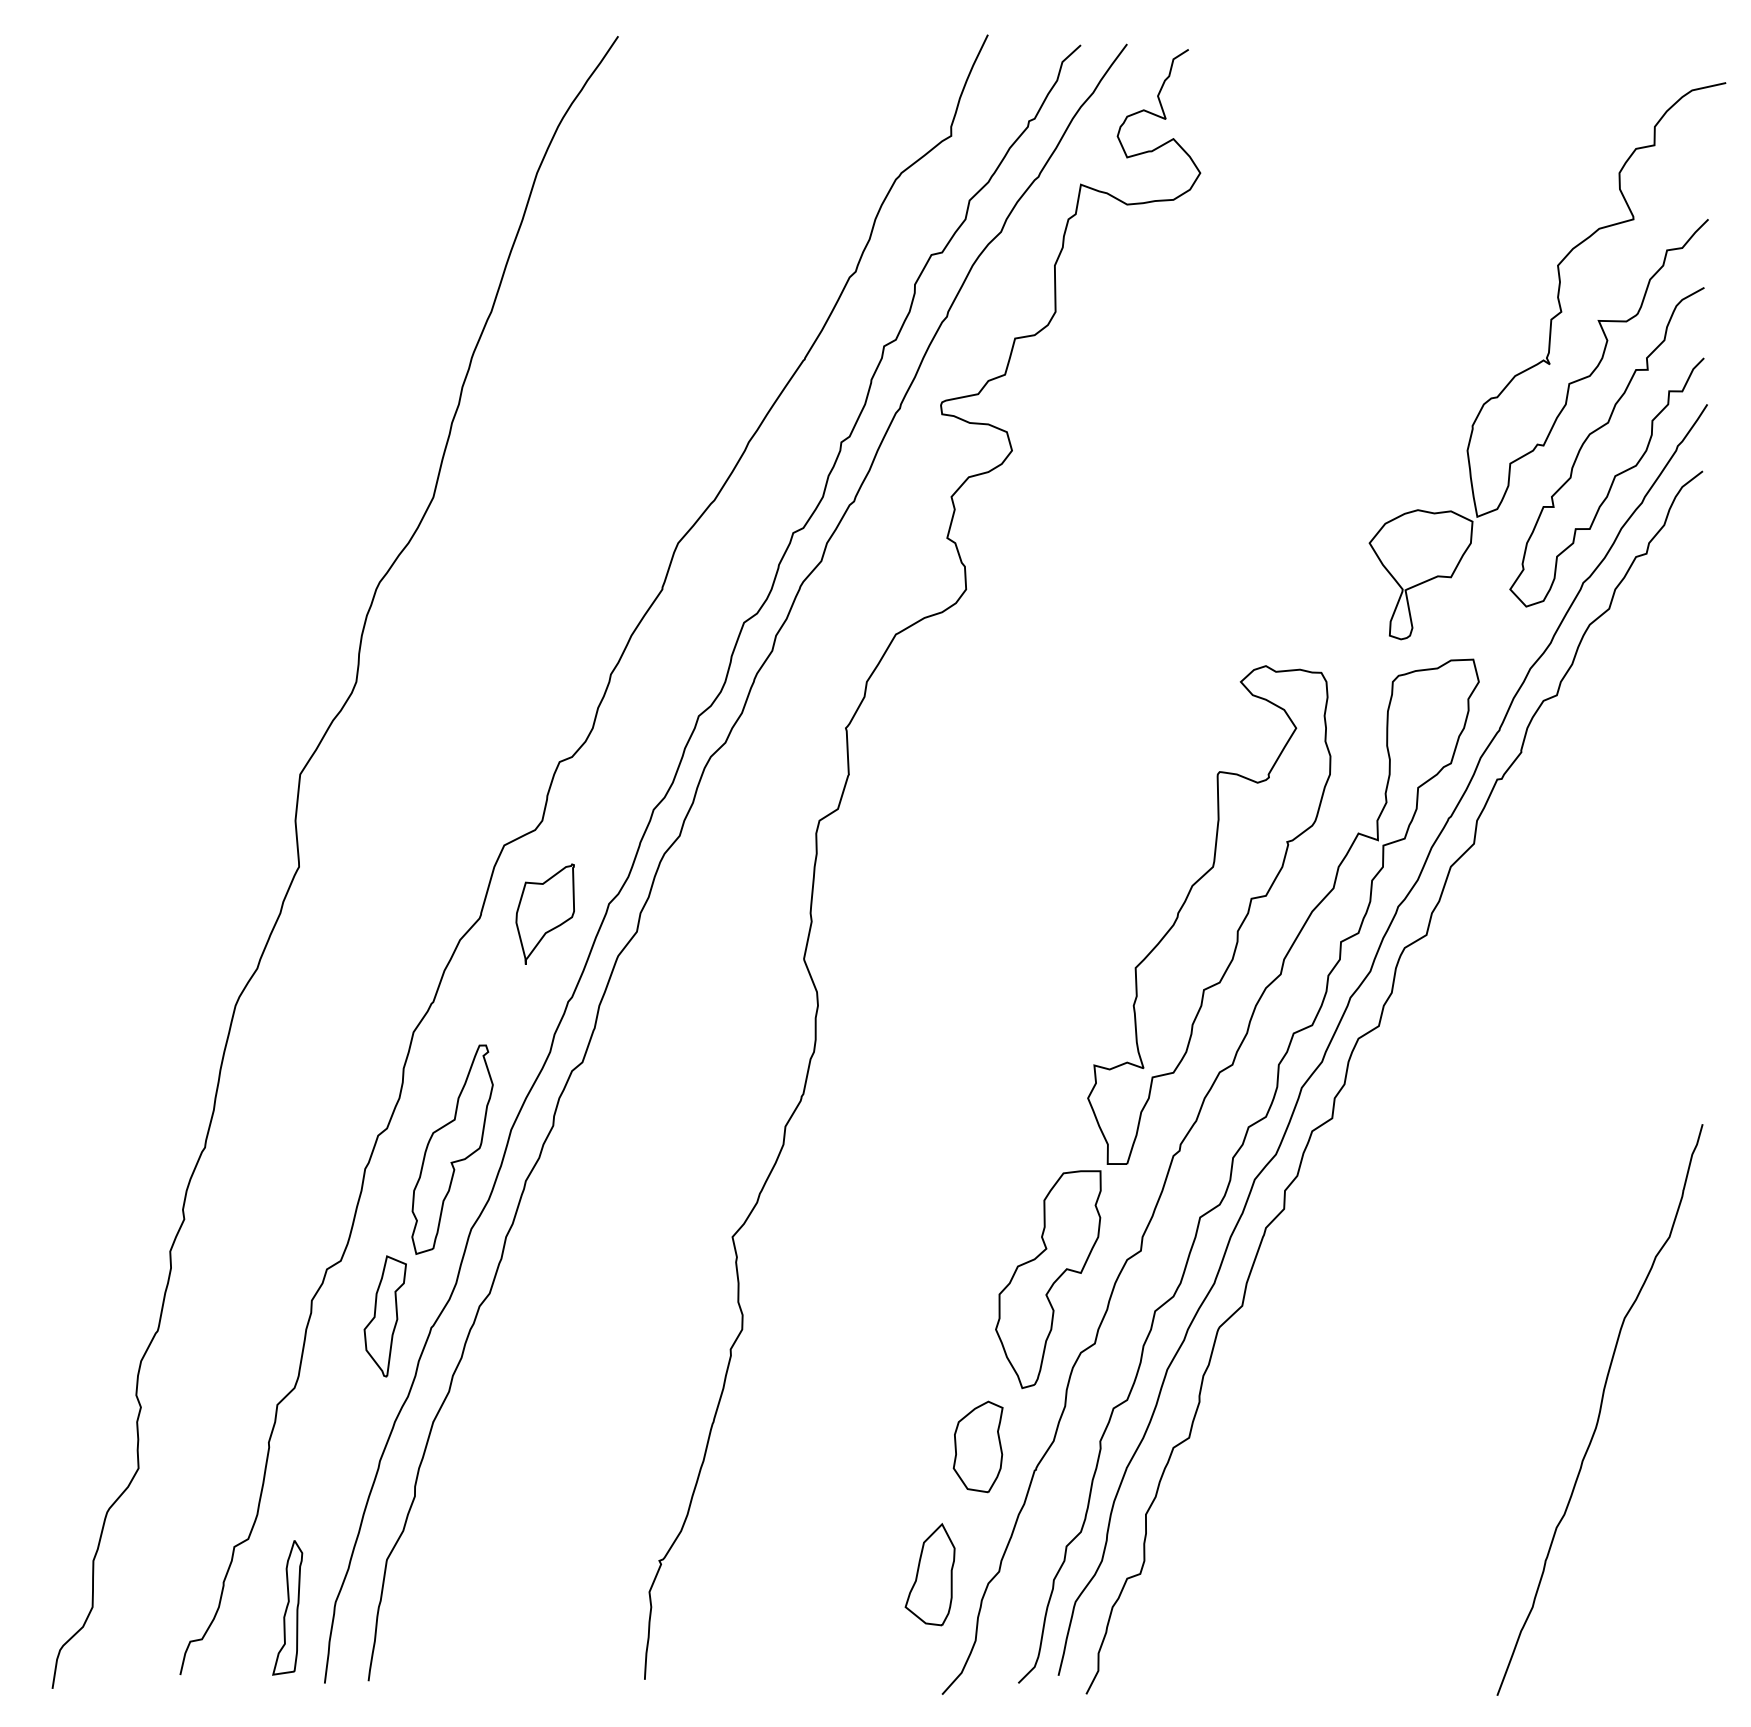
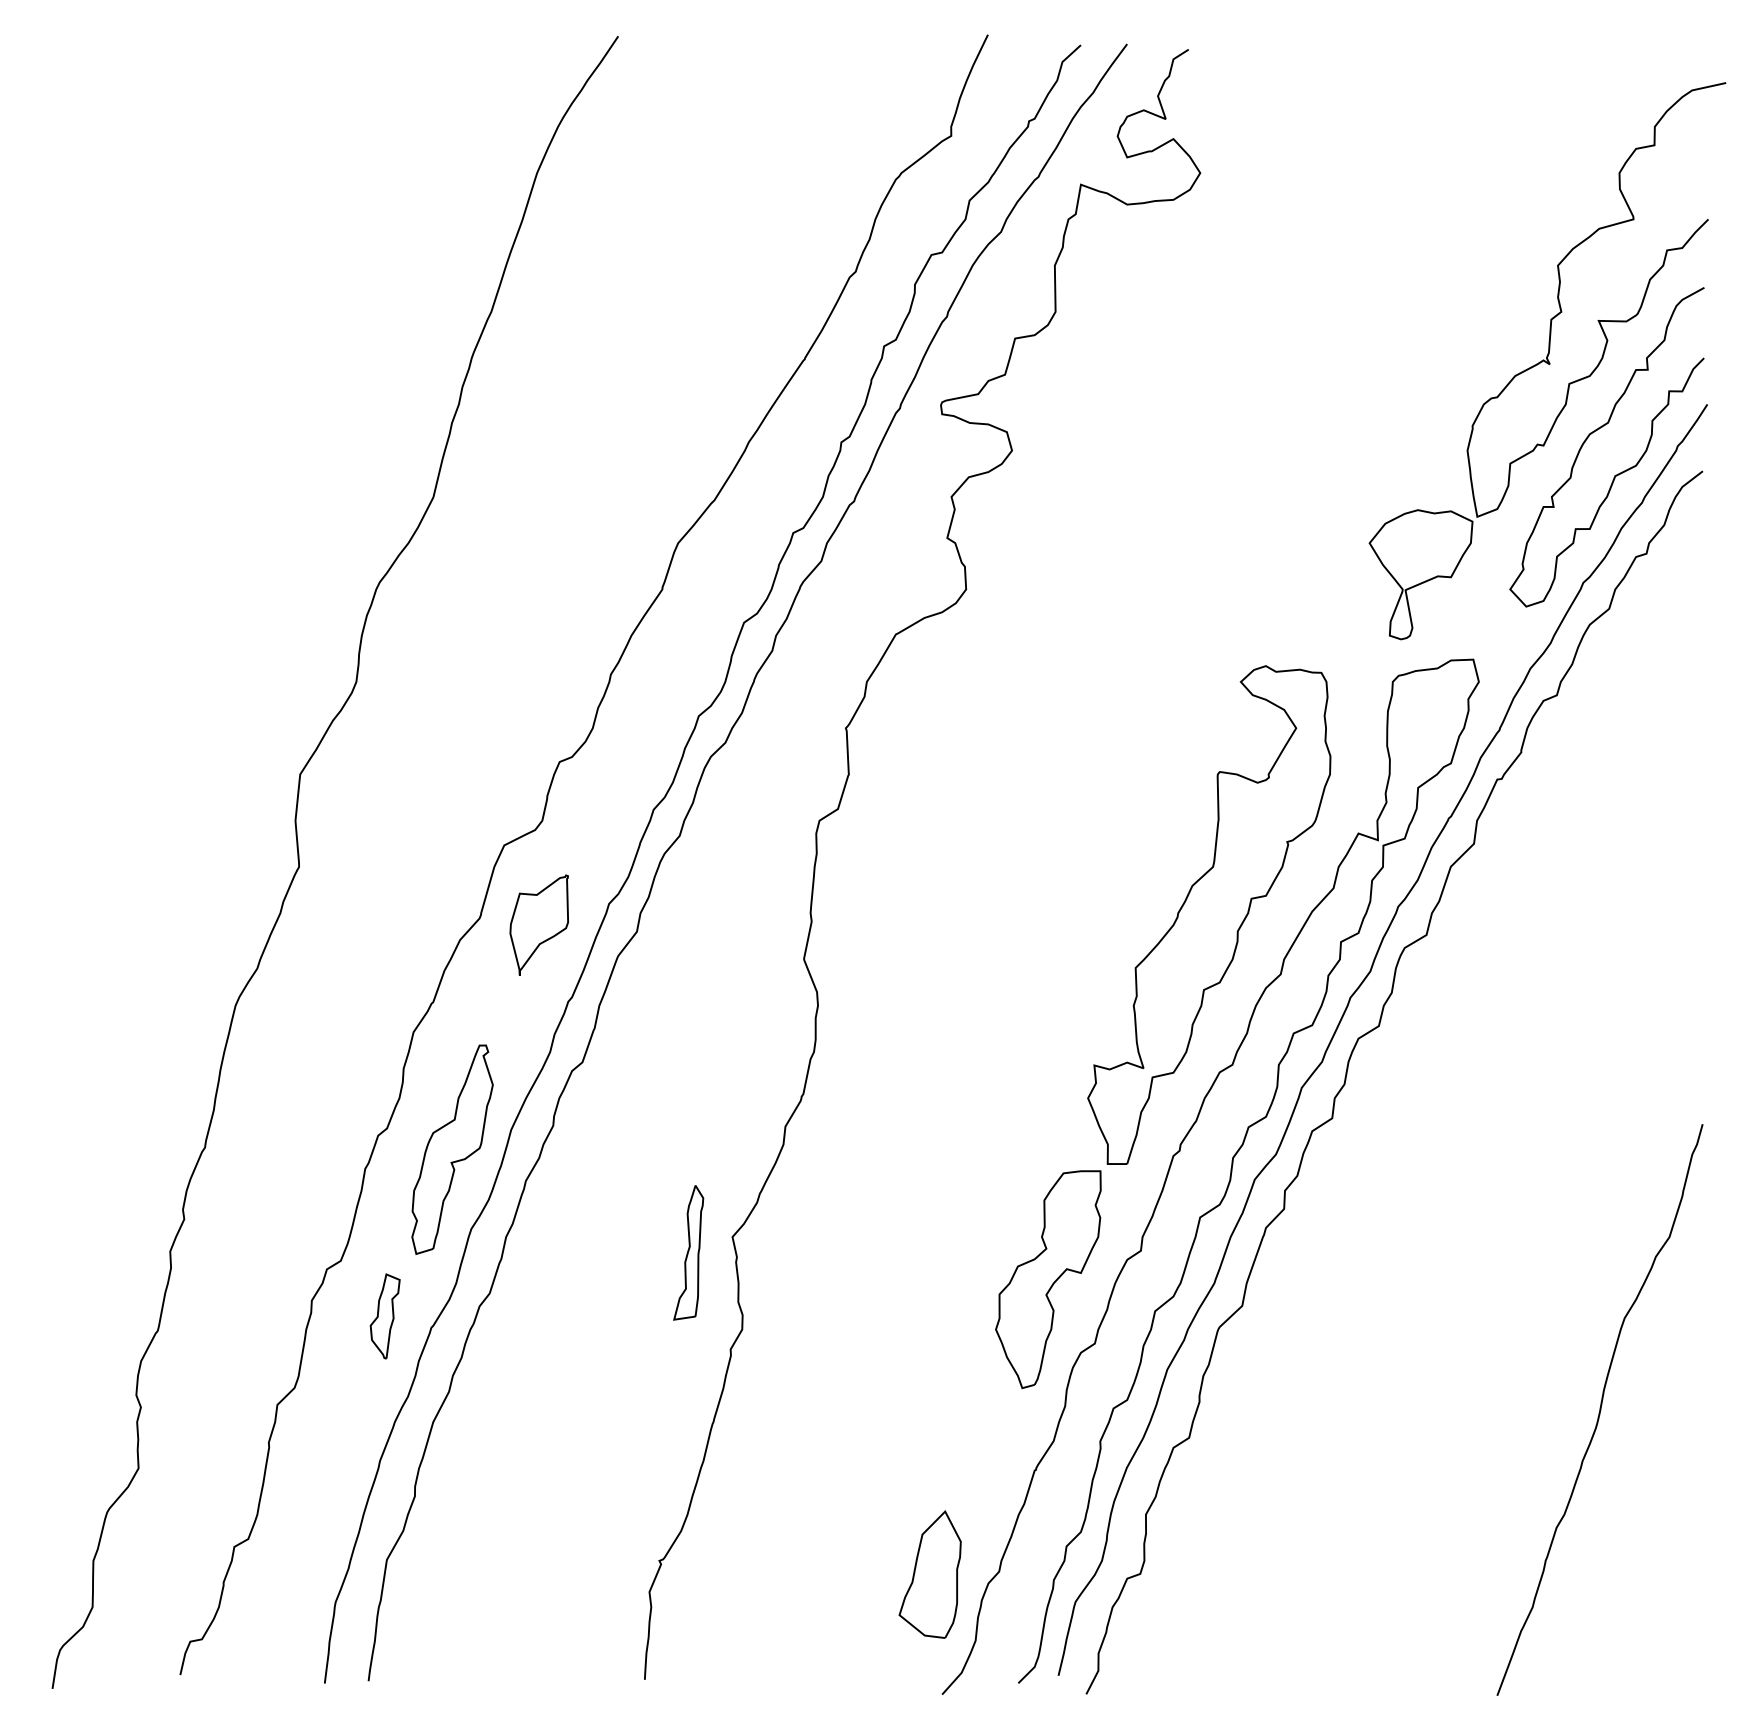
part at (544, 913) position: (544, 913) -> (538, 924)
part at (384, 1316) size: 44x123 px -> 32x87 px
part at (977, 1446): present -> none
part at (929, 1574) size: 52x104 px -> 64x129 px
part at (287, 1607) position: (287, 1607) -> (688, 1252)
